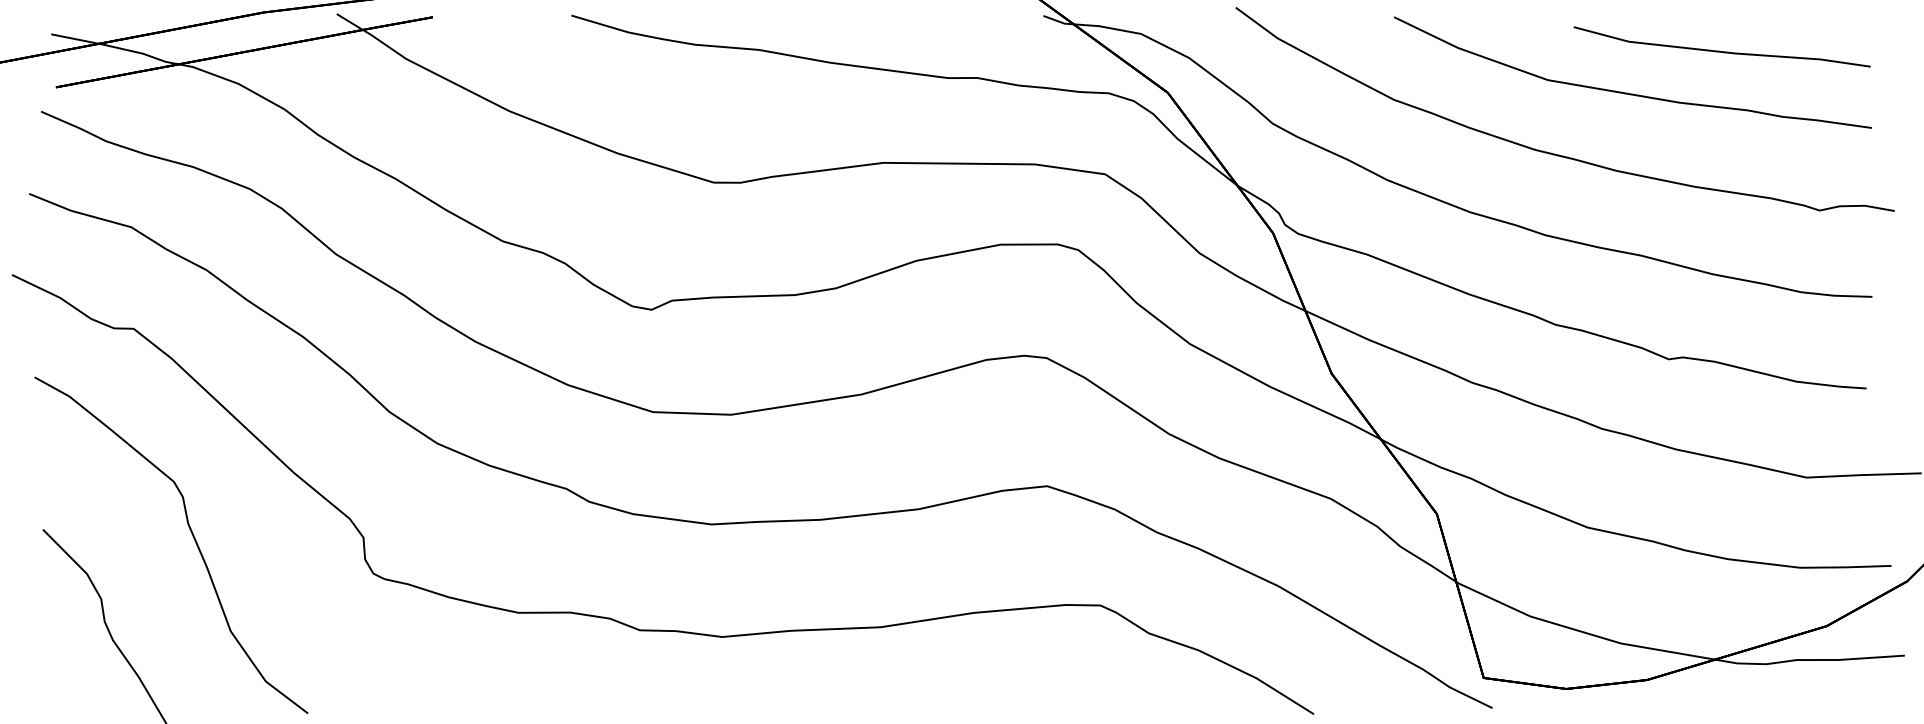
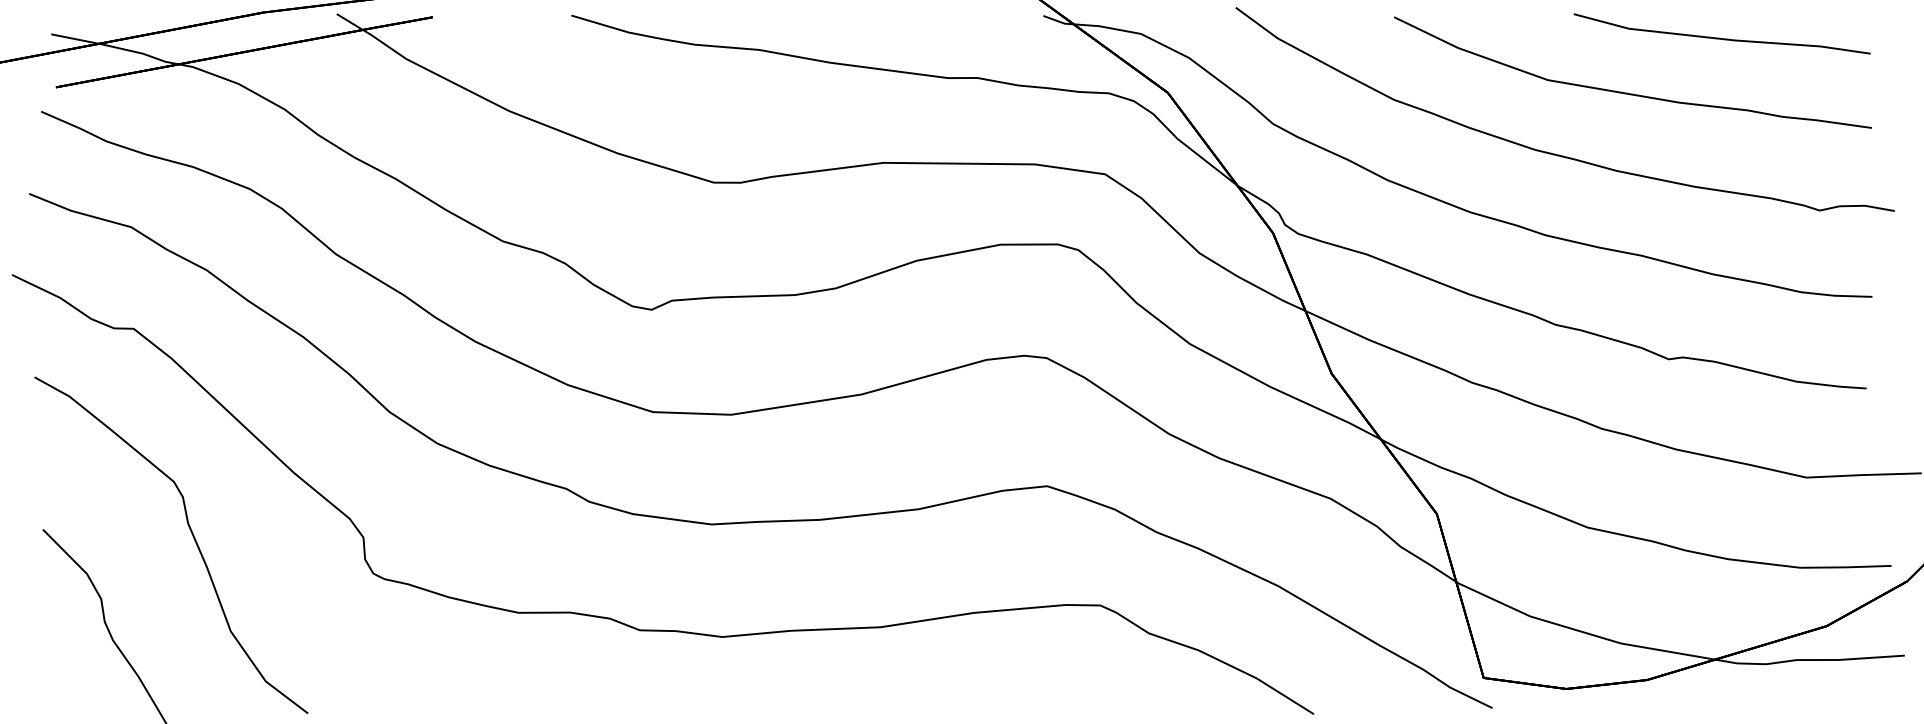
line at (1719, 50) position: (1719, 50) -> (1719, 37)
